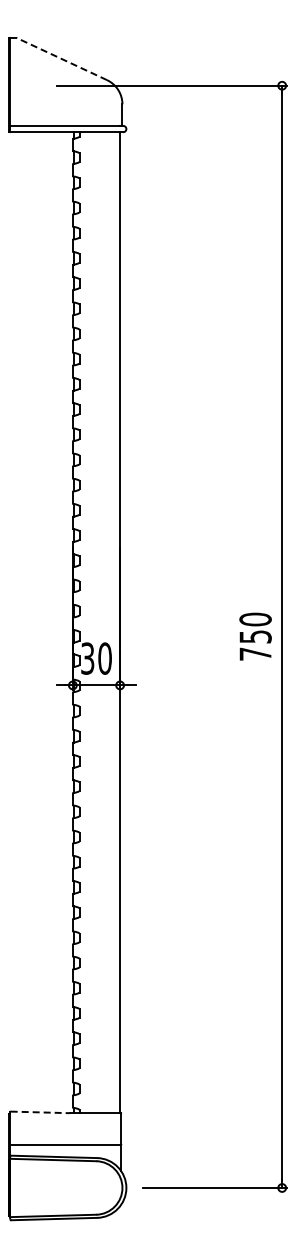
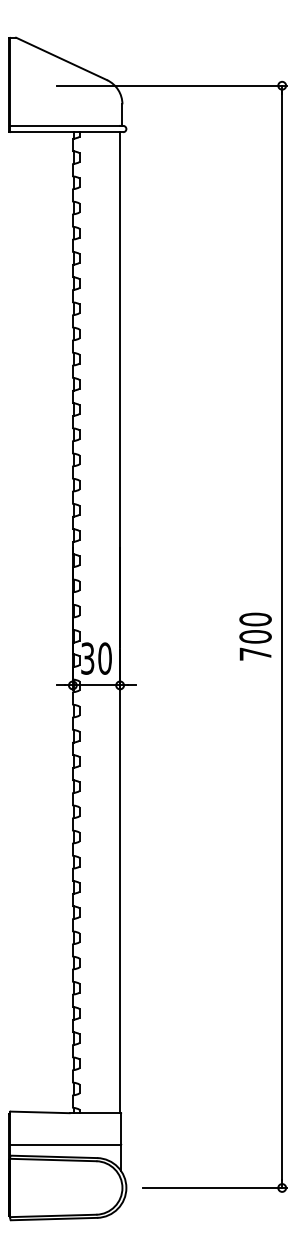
line at (61, 58): dashed -> solid
text at (255, 636): 750 -> 700
line at (40, 1112): dashed -> solid
